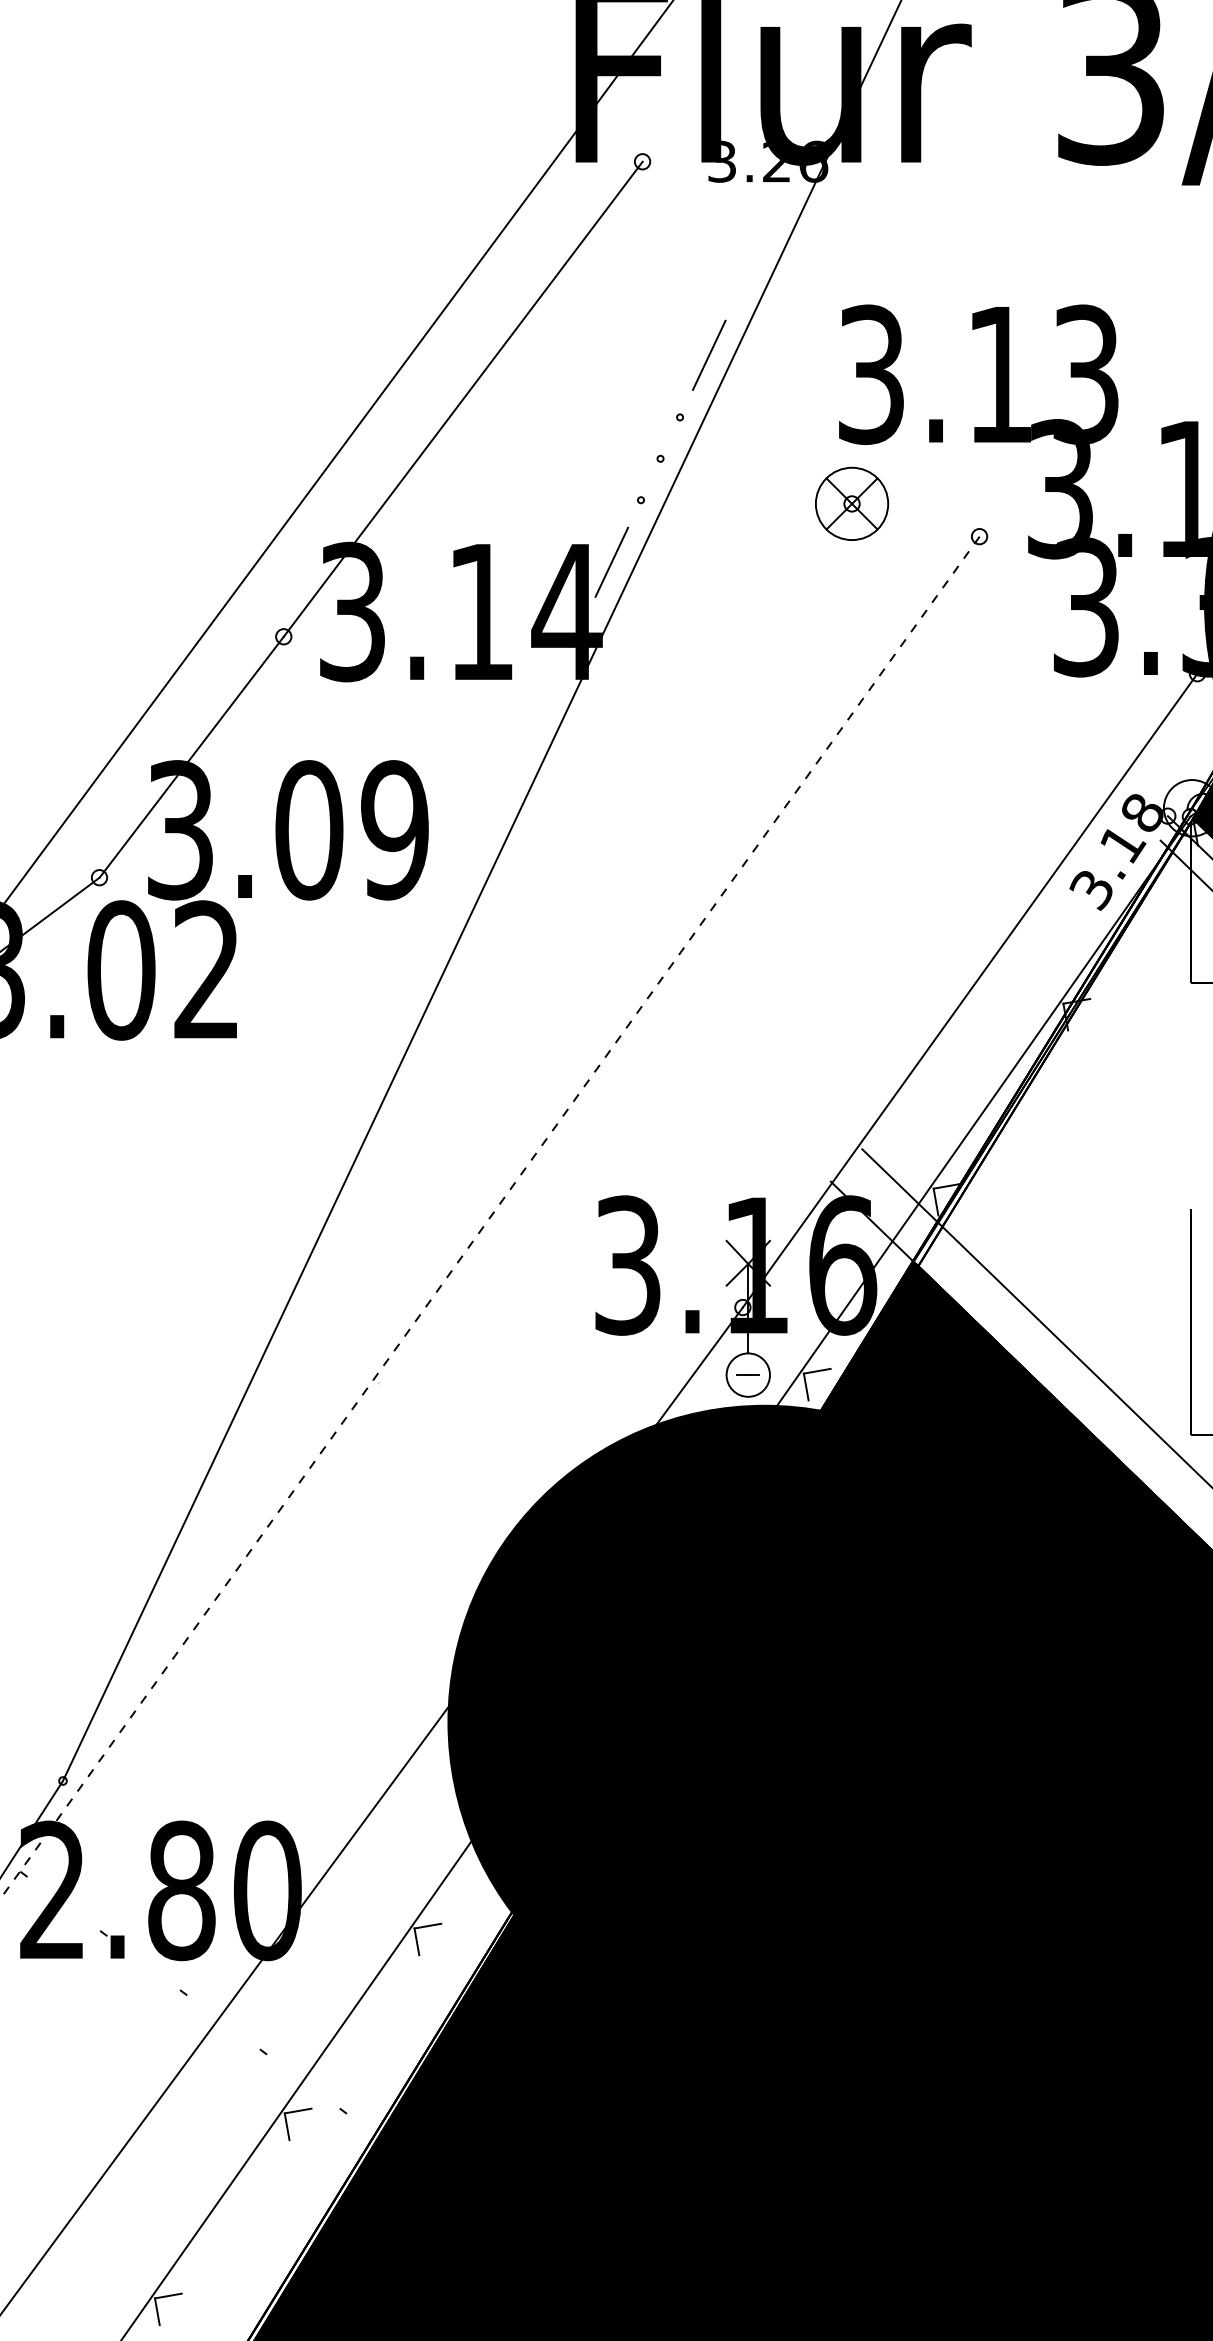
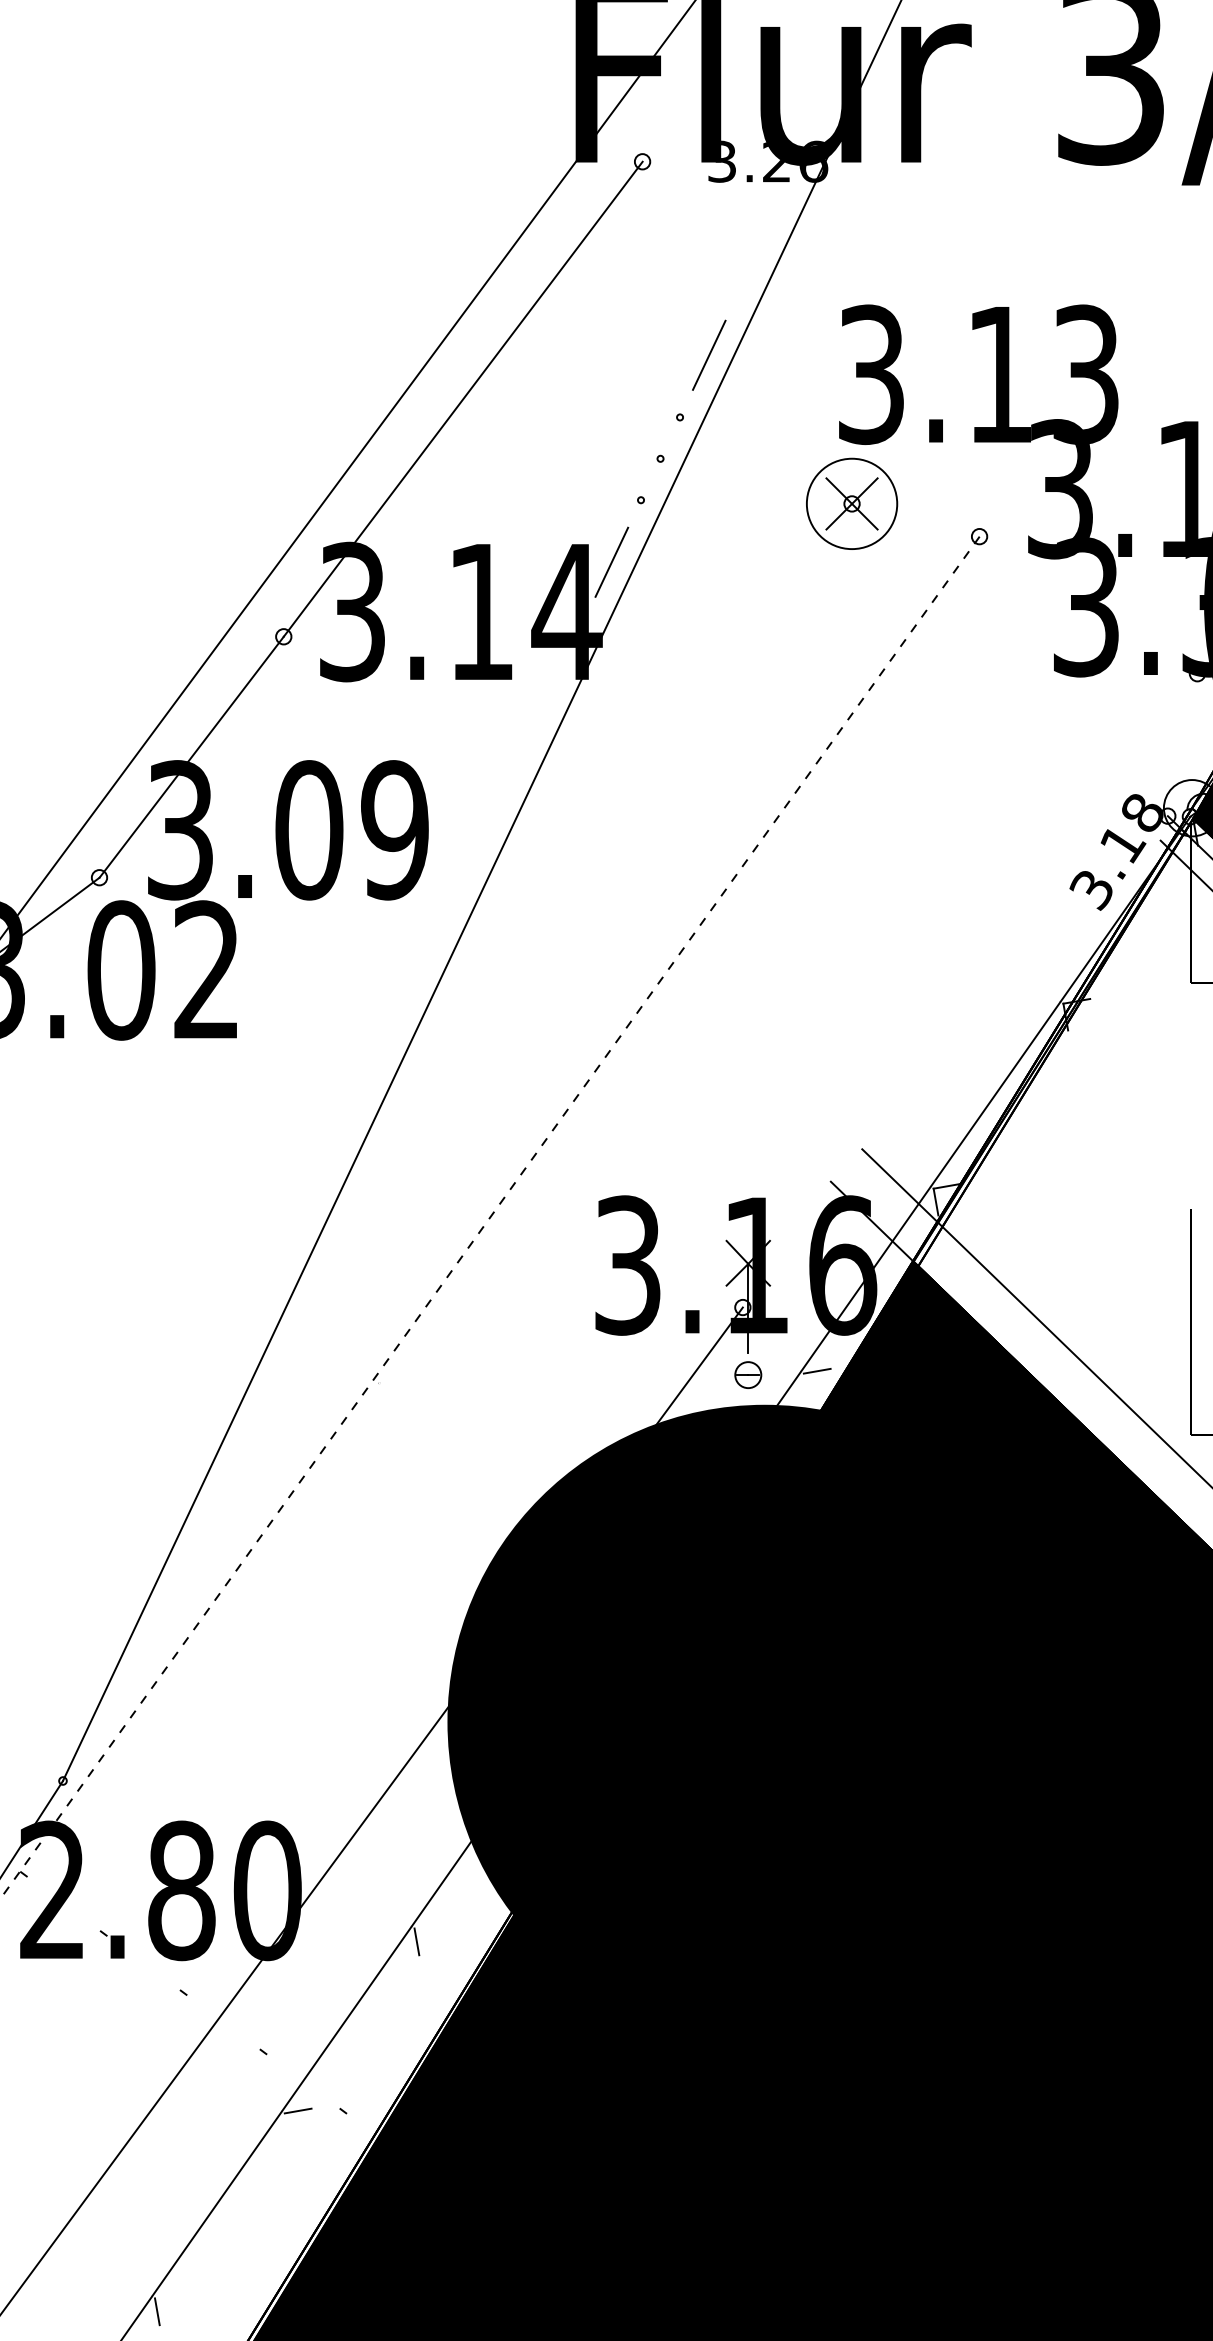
line at (337, 454) position: (337, 454) -> (347, 468)
circle at (851, 503) diameter: 72 px -> 90 px
line at (969, 990): present -> none
circle at (747, 1374) diameter: 43 px -> 26 px
line at (805, 1386): present -> none
line at (427, 1925): present -> none
line at (286, 2126): present -> none
line at (168, 2295): present -> none
